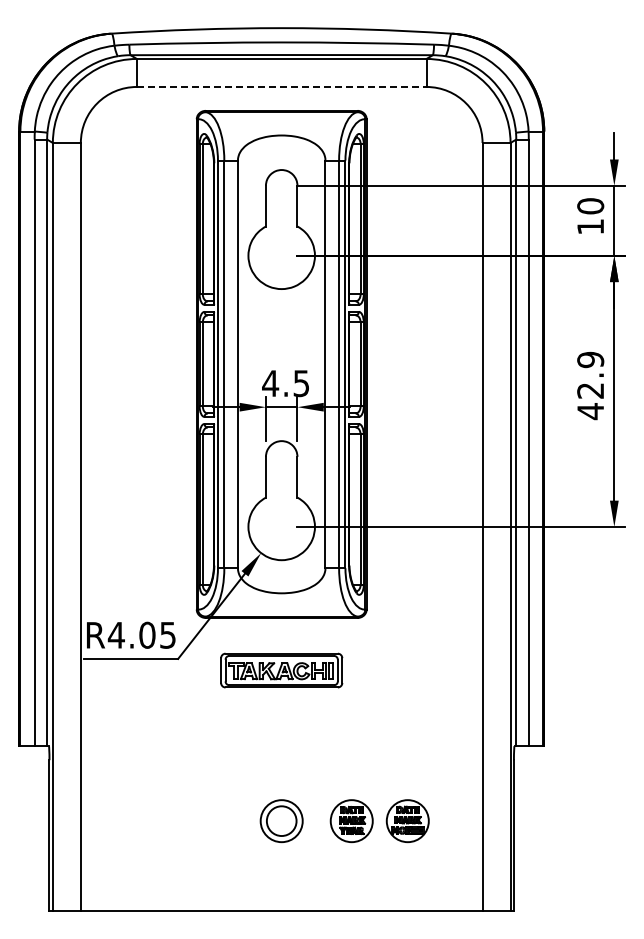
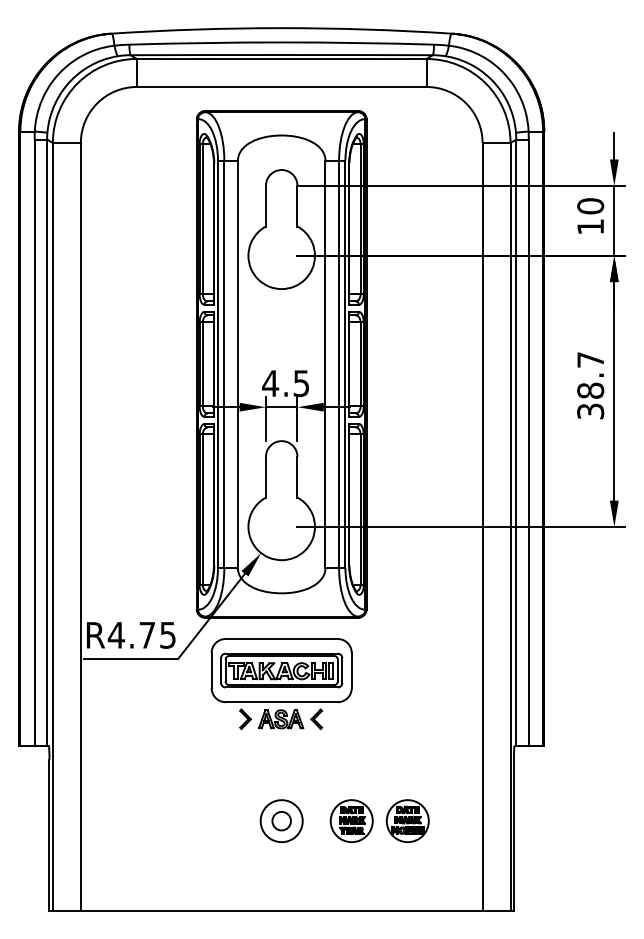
line at (281, 86): dashed -> solid
text at (590, 385): 42.9 -> 38.7
text at (147, 634): R4.05 -> R4.75
part at (281, 683): none -> present
circle at (281, 821) diameter: 30 px -> 19 px
